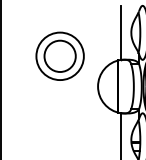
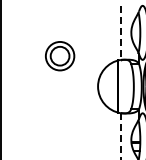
line at (120, 33): solid -> dashed
part at (59, 55) size: 50x50 px -> 31x31 px
line at (120, 136): solid -> dashed
